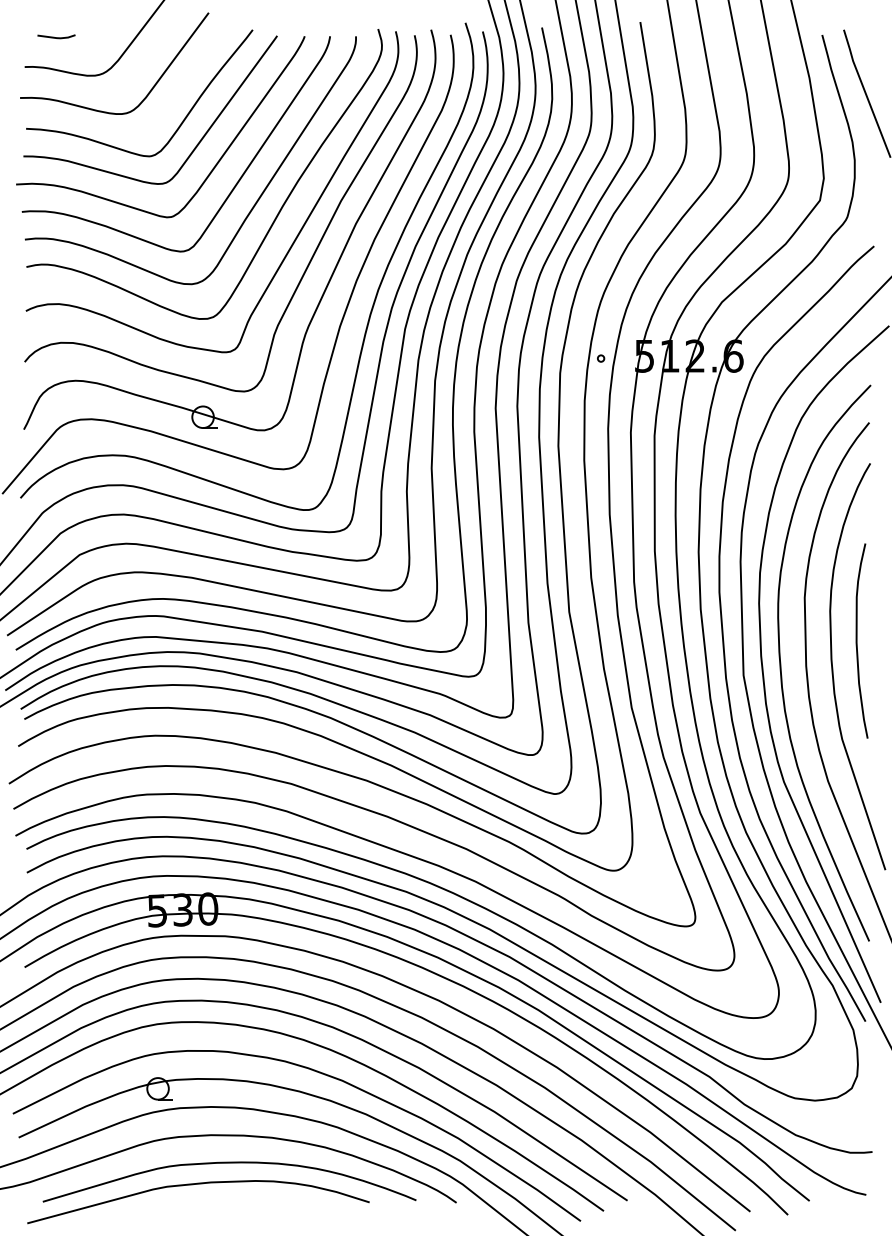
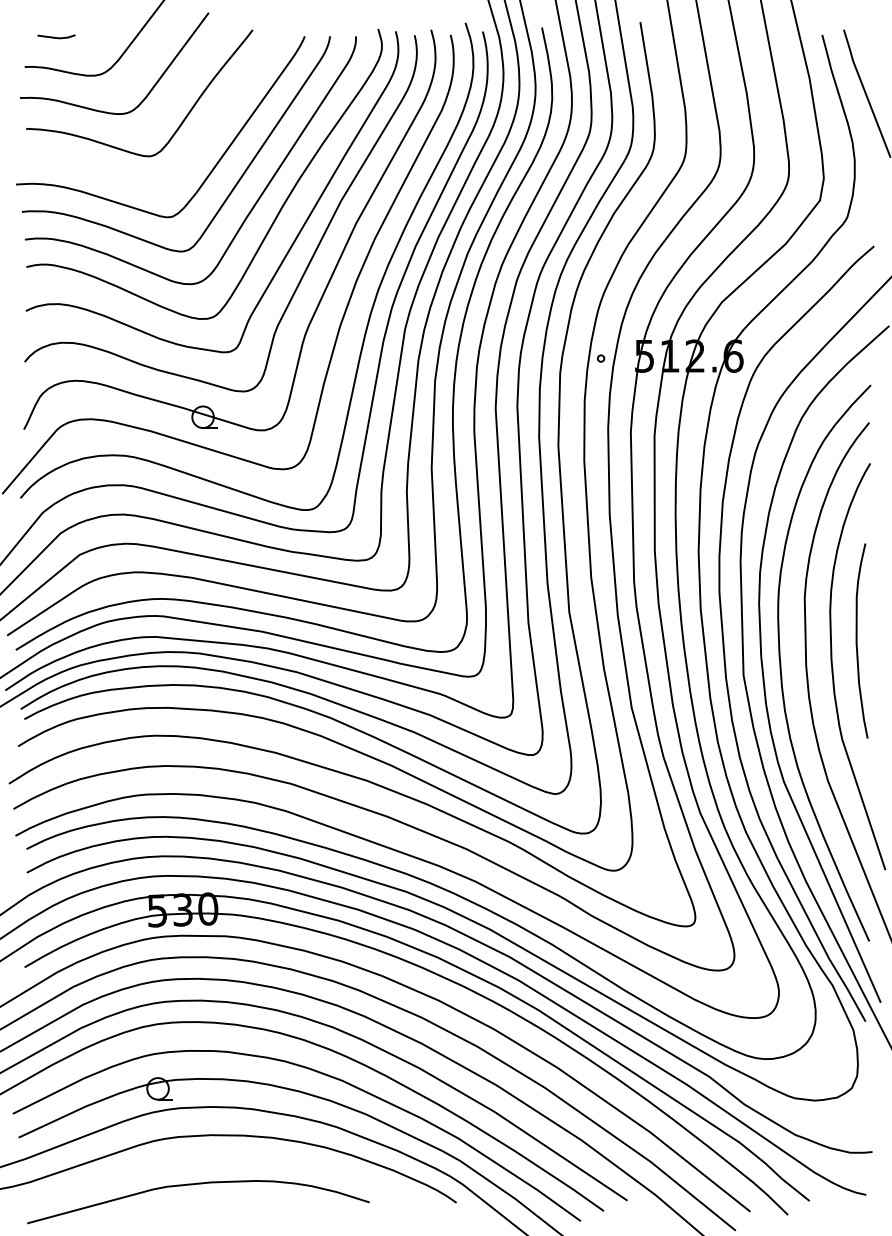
curve at (196, 144): present -> none
curve at (229, 1163): present -> none
